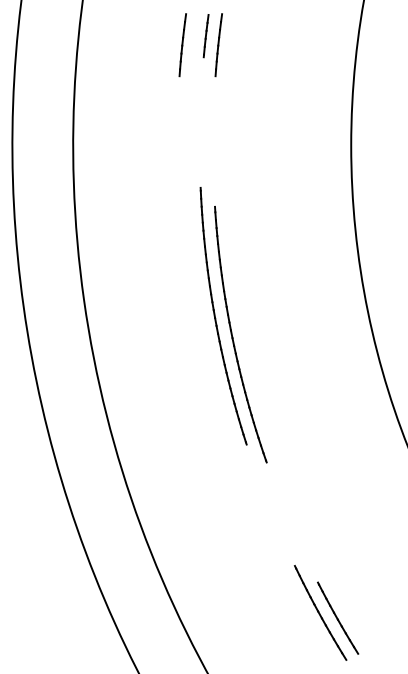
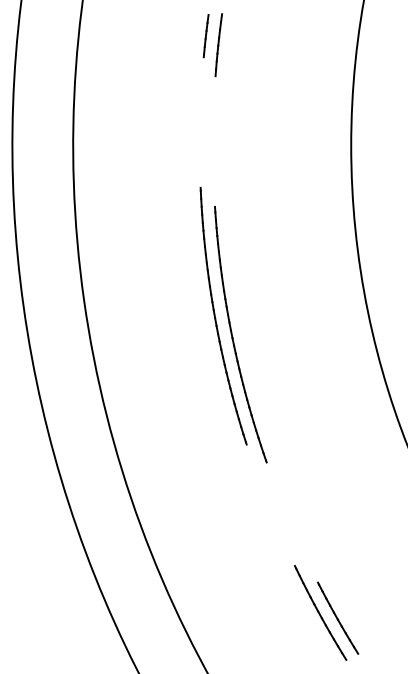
line at (182, 45): present -> none
